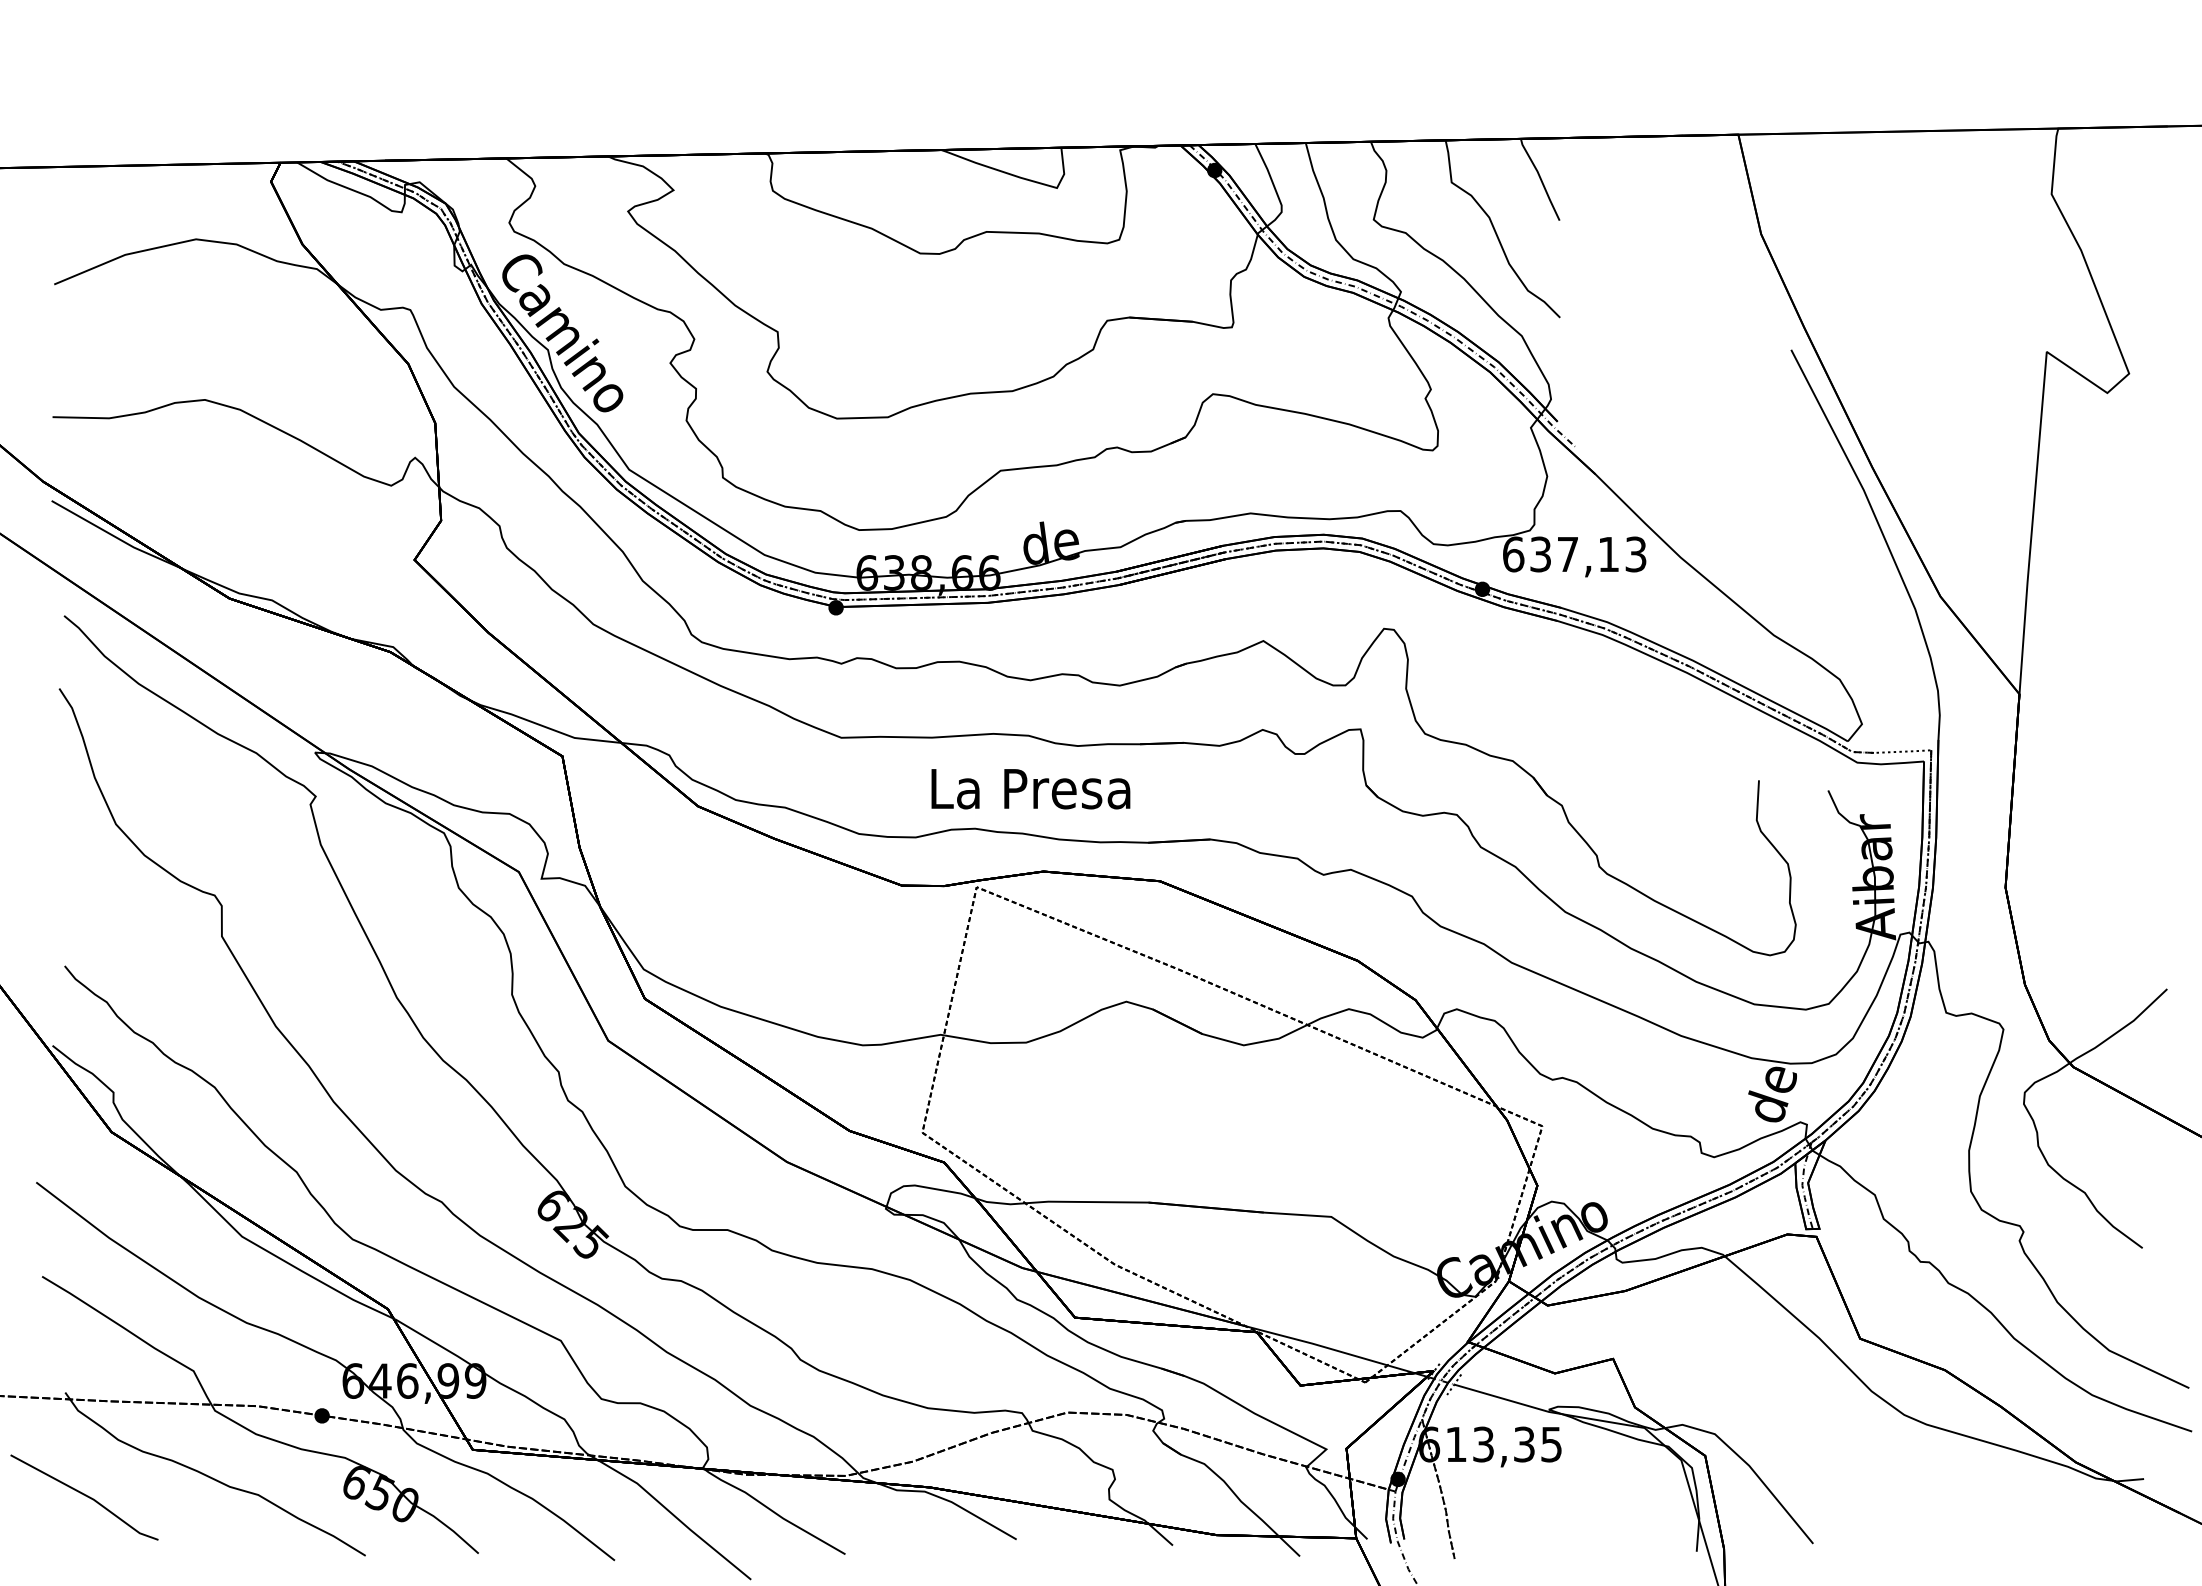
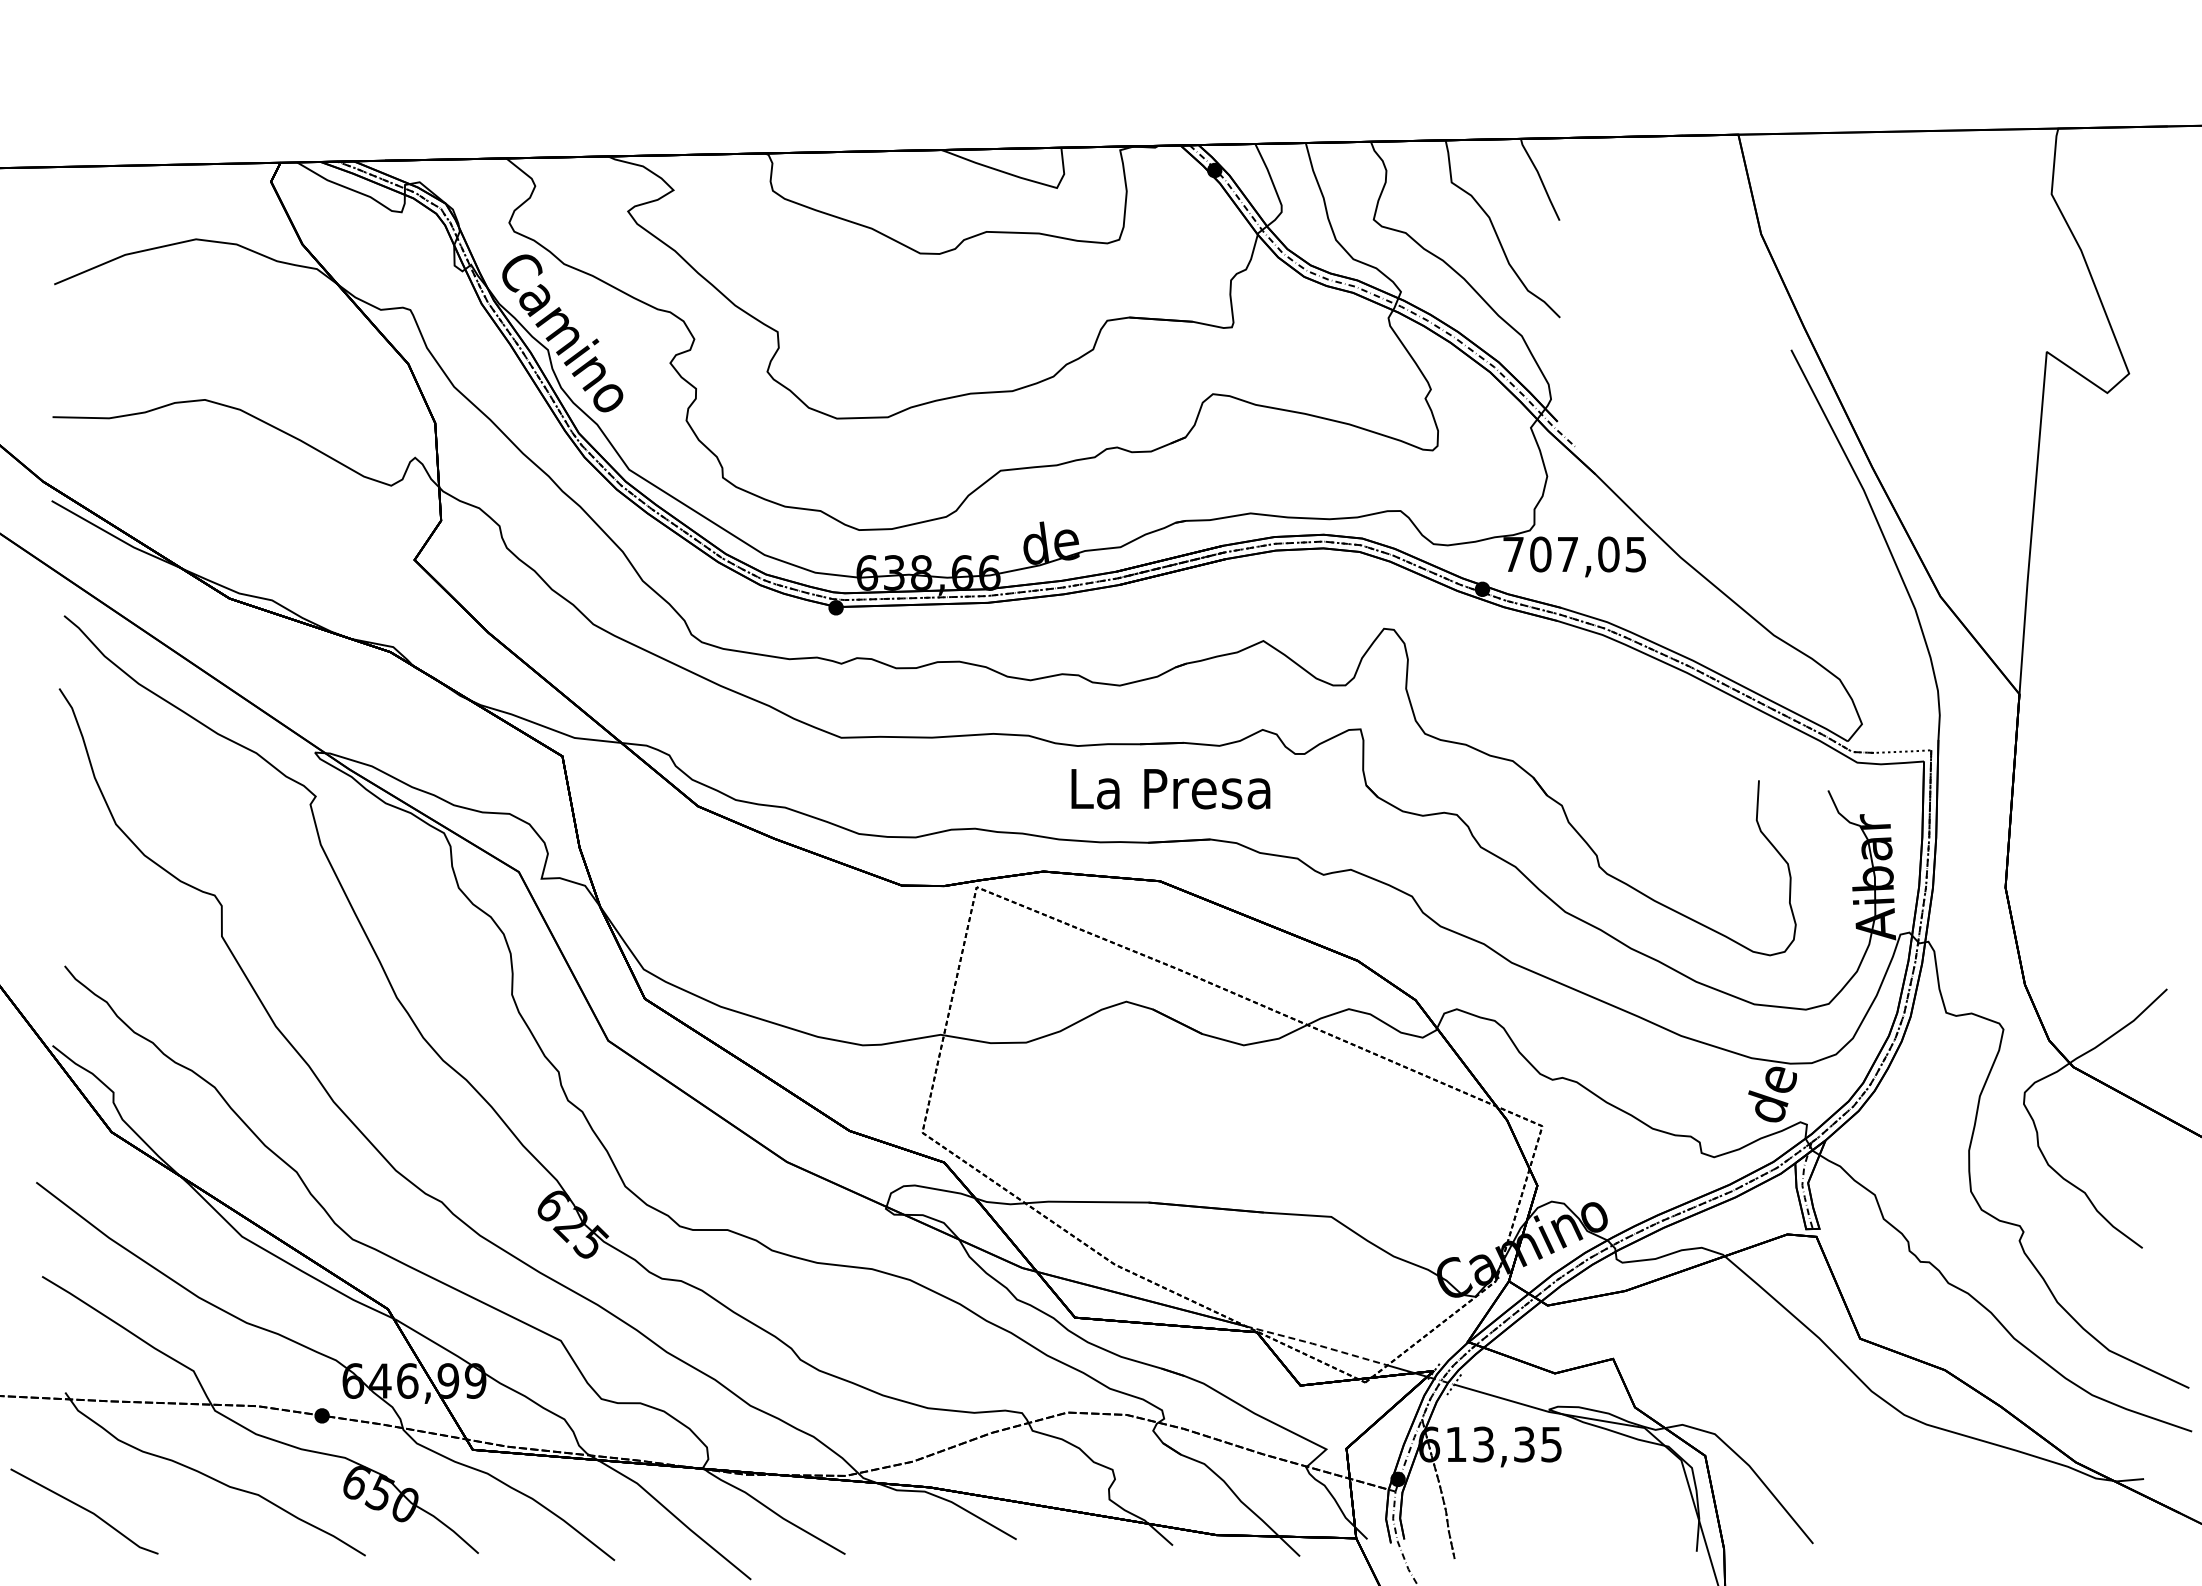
text at (1574, 554): 637,13 -> 707,05
text at (1030, 789) position: (1030, 789) -> (1170, 789)
line at (1317, 1344): solid -> dashed
line at (85, 1496) position: (85, 1496) -> (85, 1510)
